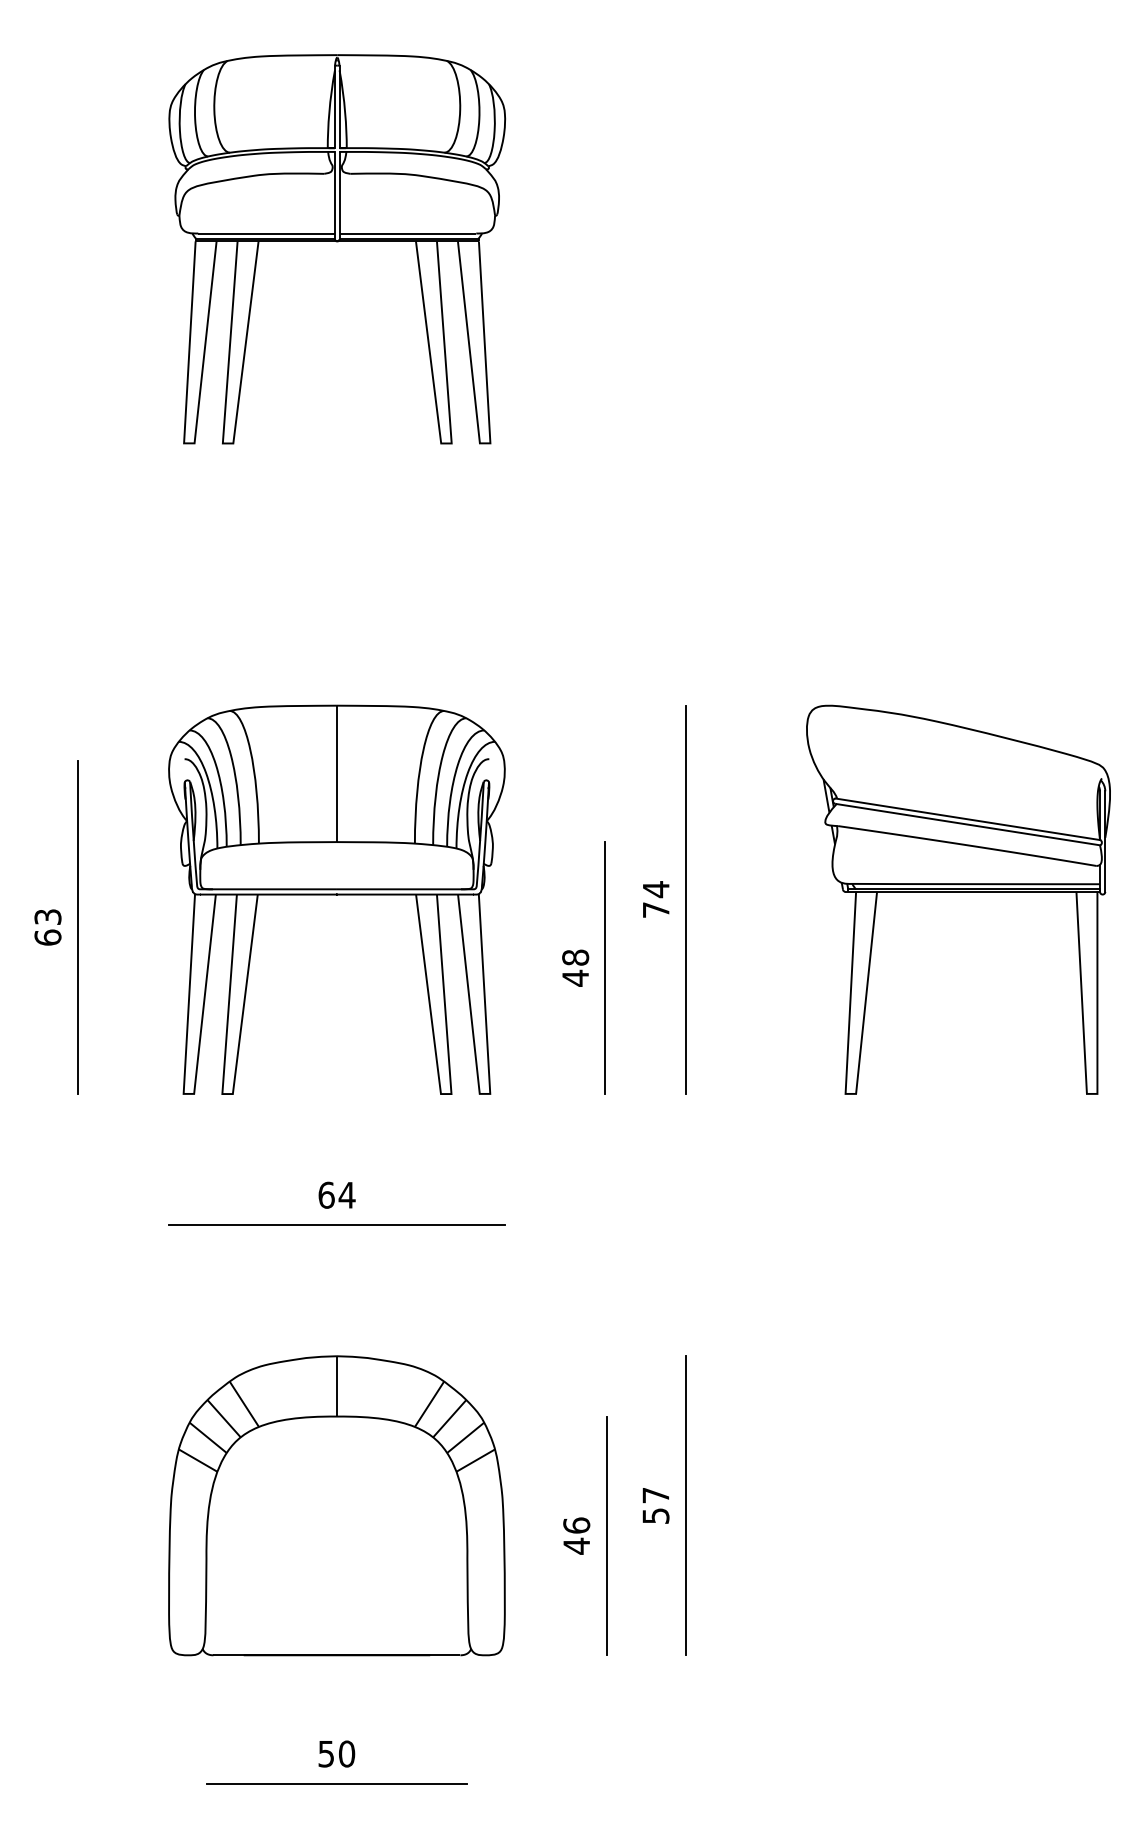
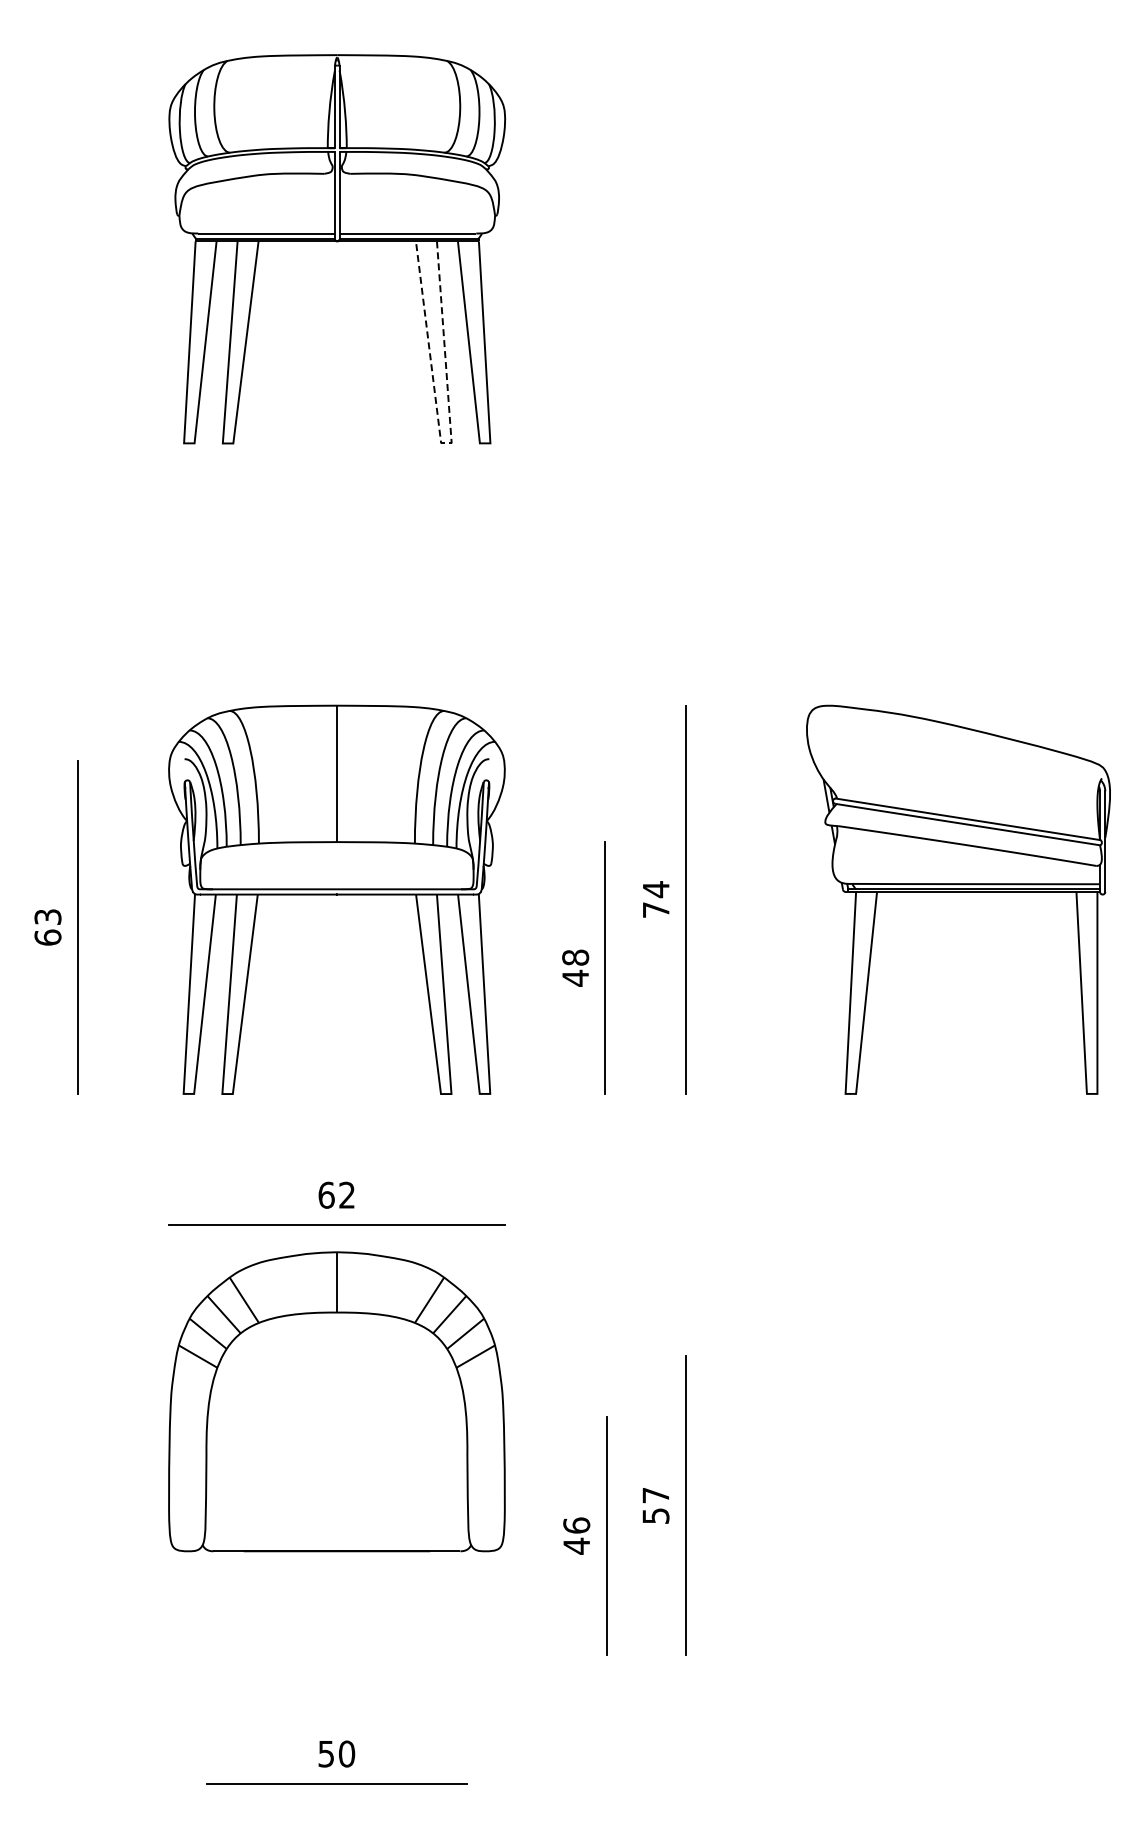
line at (445, 443): solid -> dashed
text at (346, 1194): 64 -> 62
part at (336, 1505) position: (336, 1505) -> (336, 1401)
